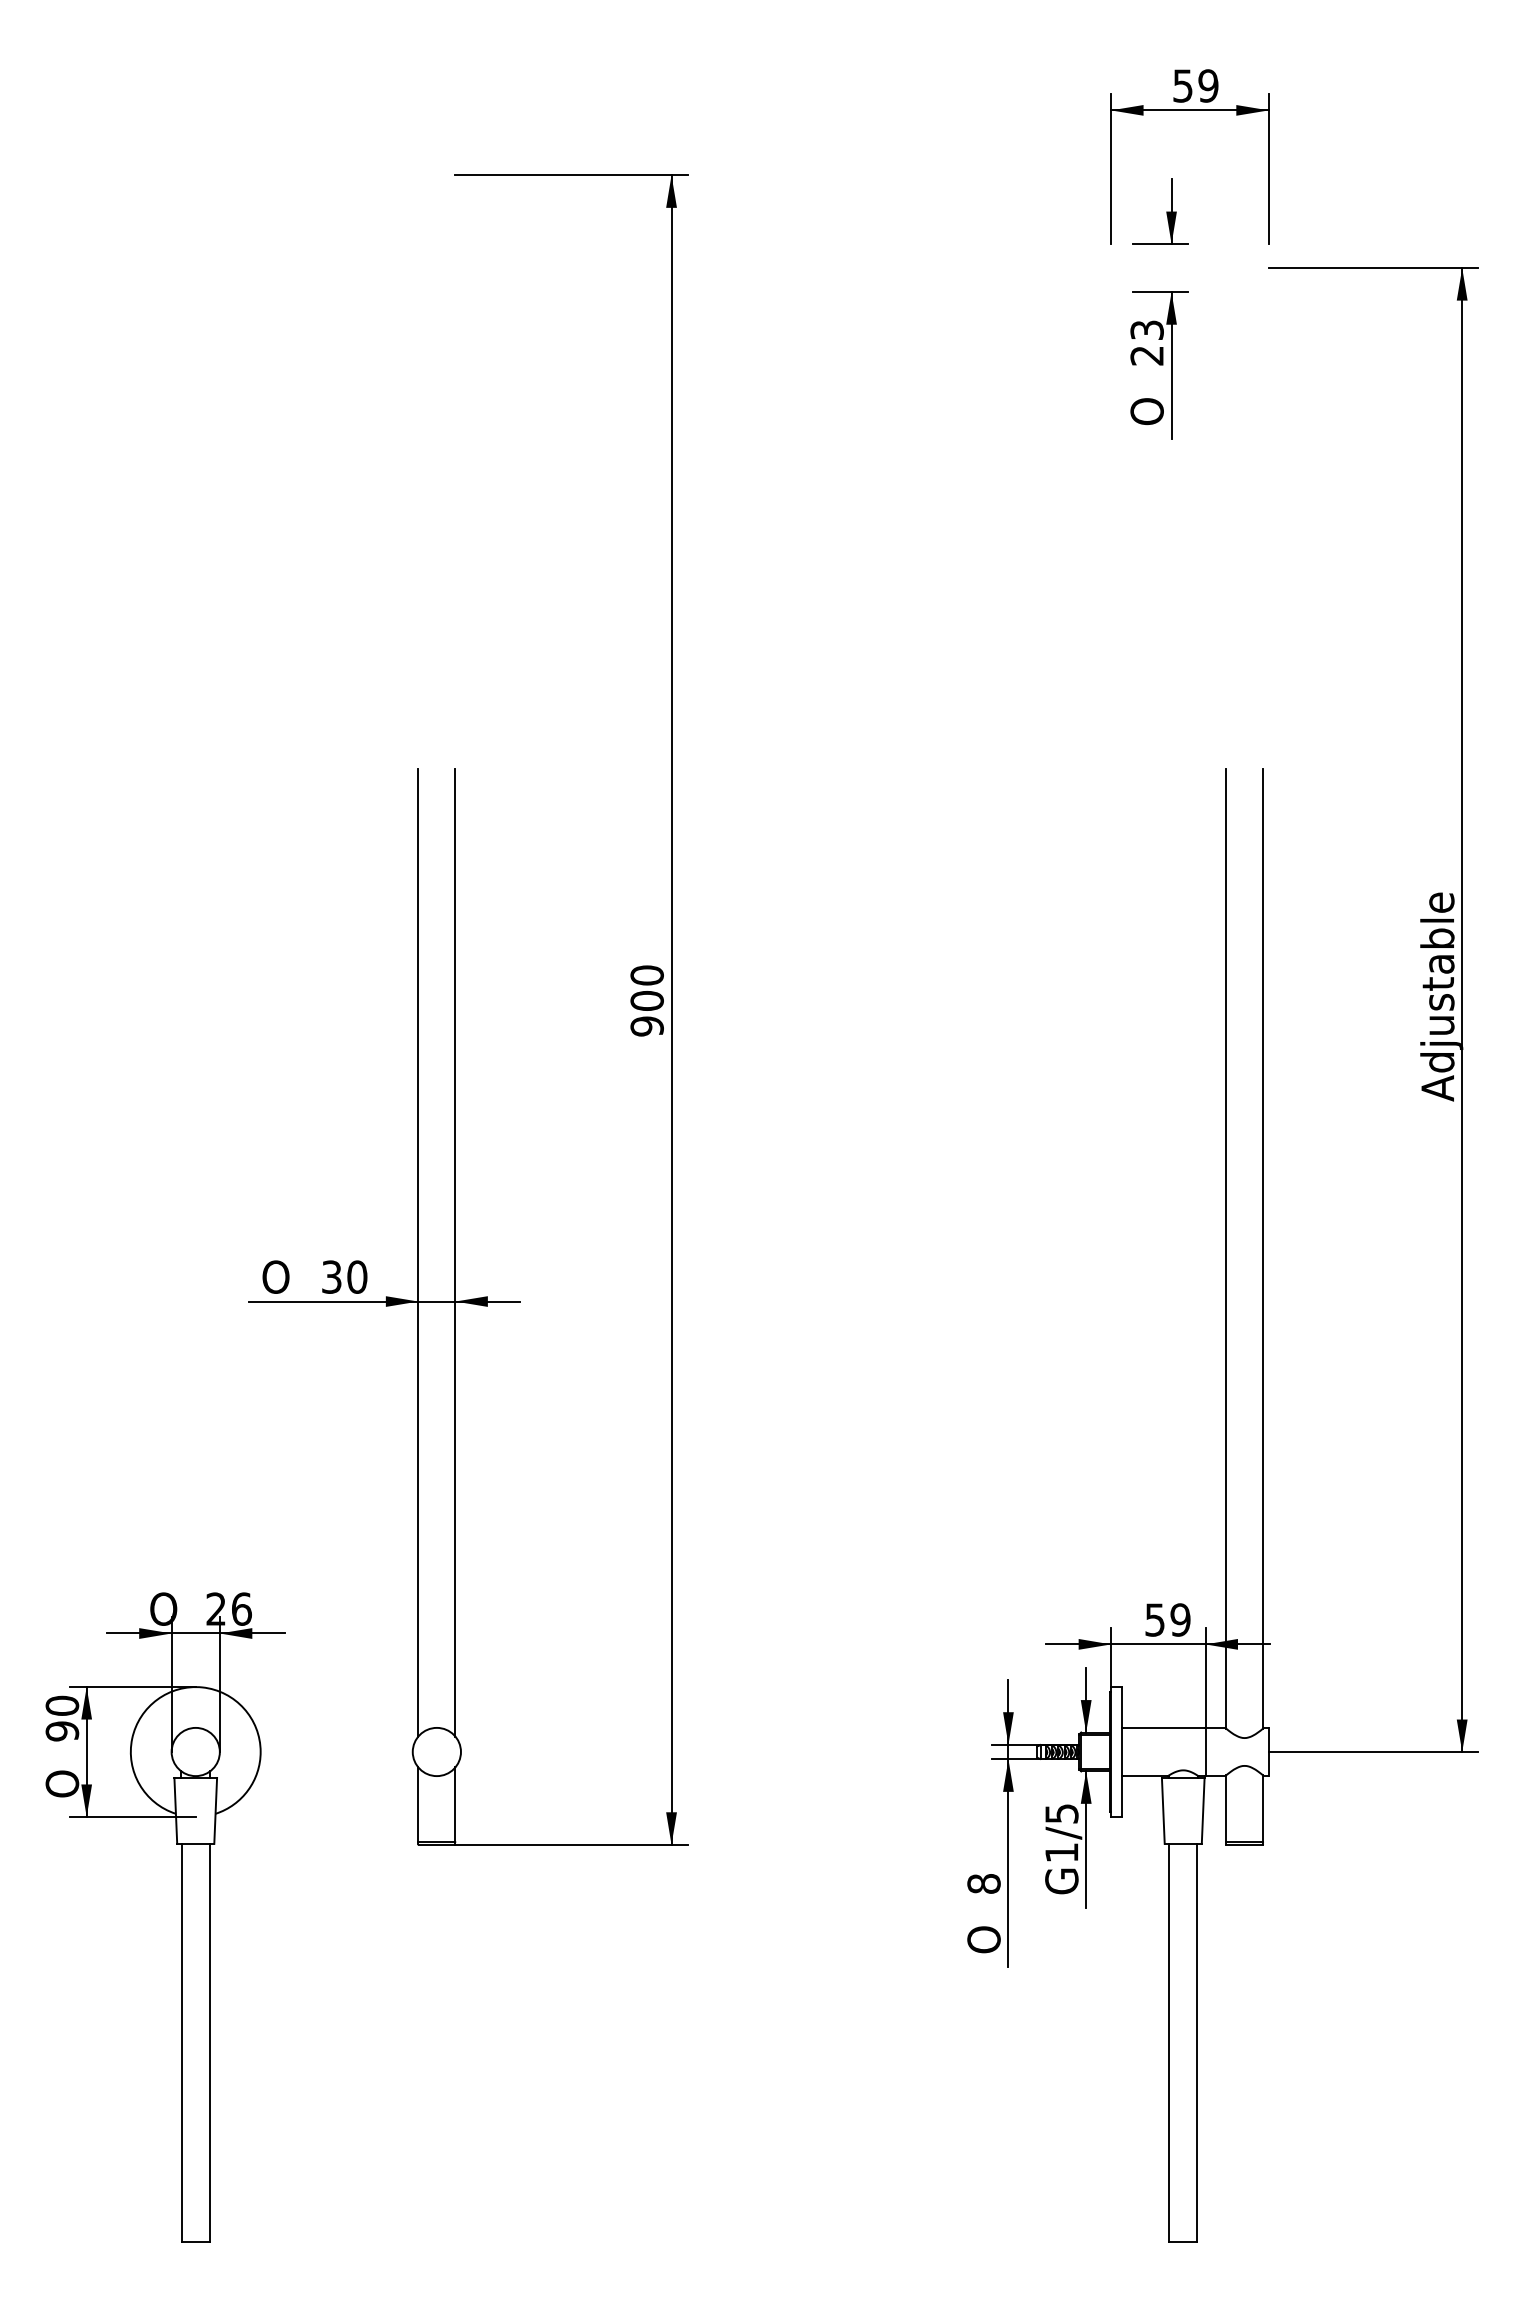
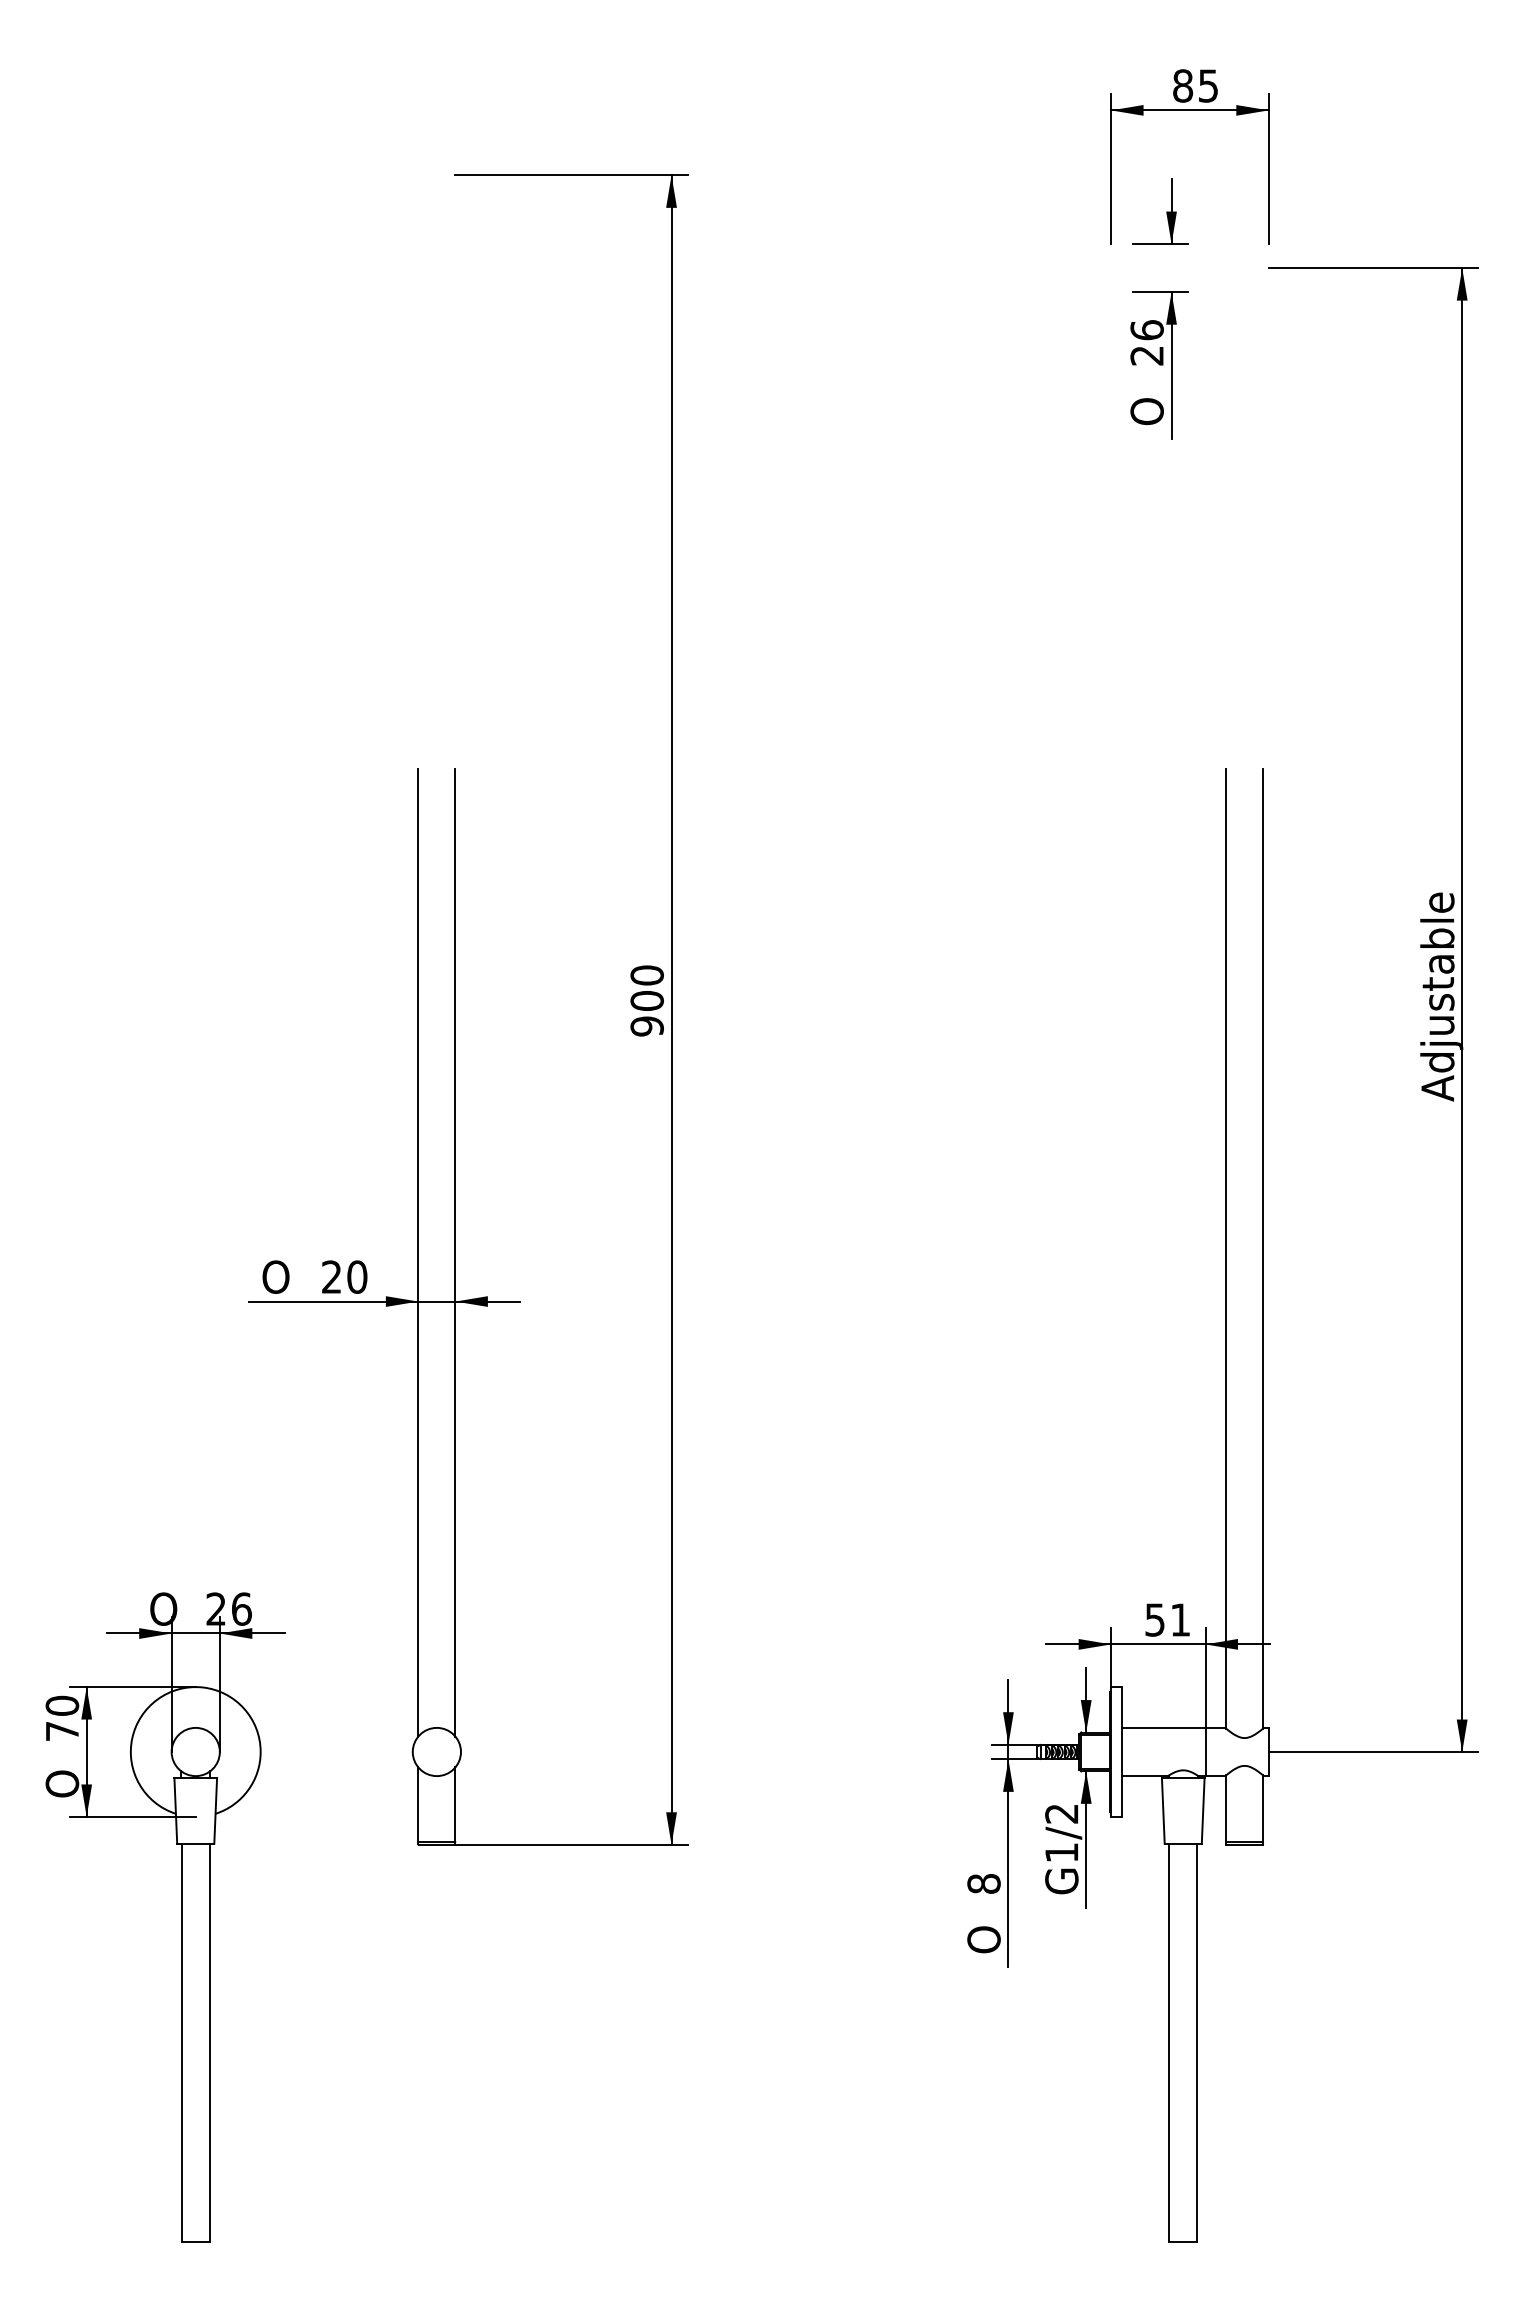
text at (1195, 85): 59 -> 85
text at (1146, 330): 23 -> 26
text at (331, 1276): 30 -> 20
text at (1180, 1619): 59 -> 51
text at (62, 1731): 90 -> 70
text at (1061, 1813): G1/5 -> G1/2
